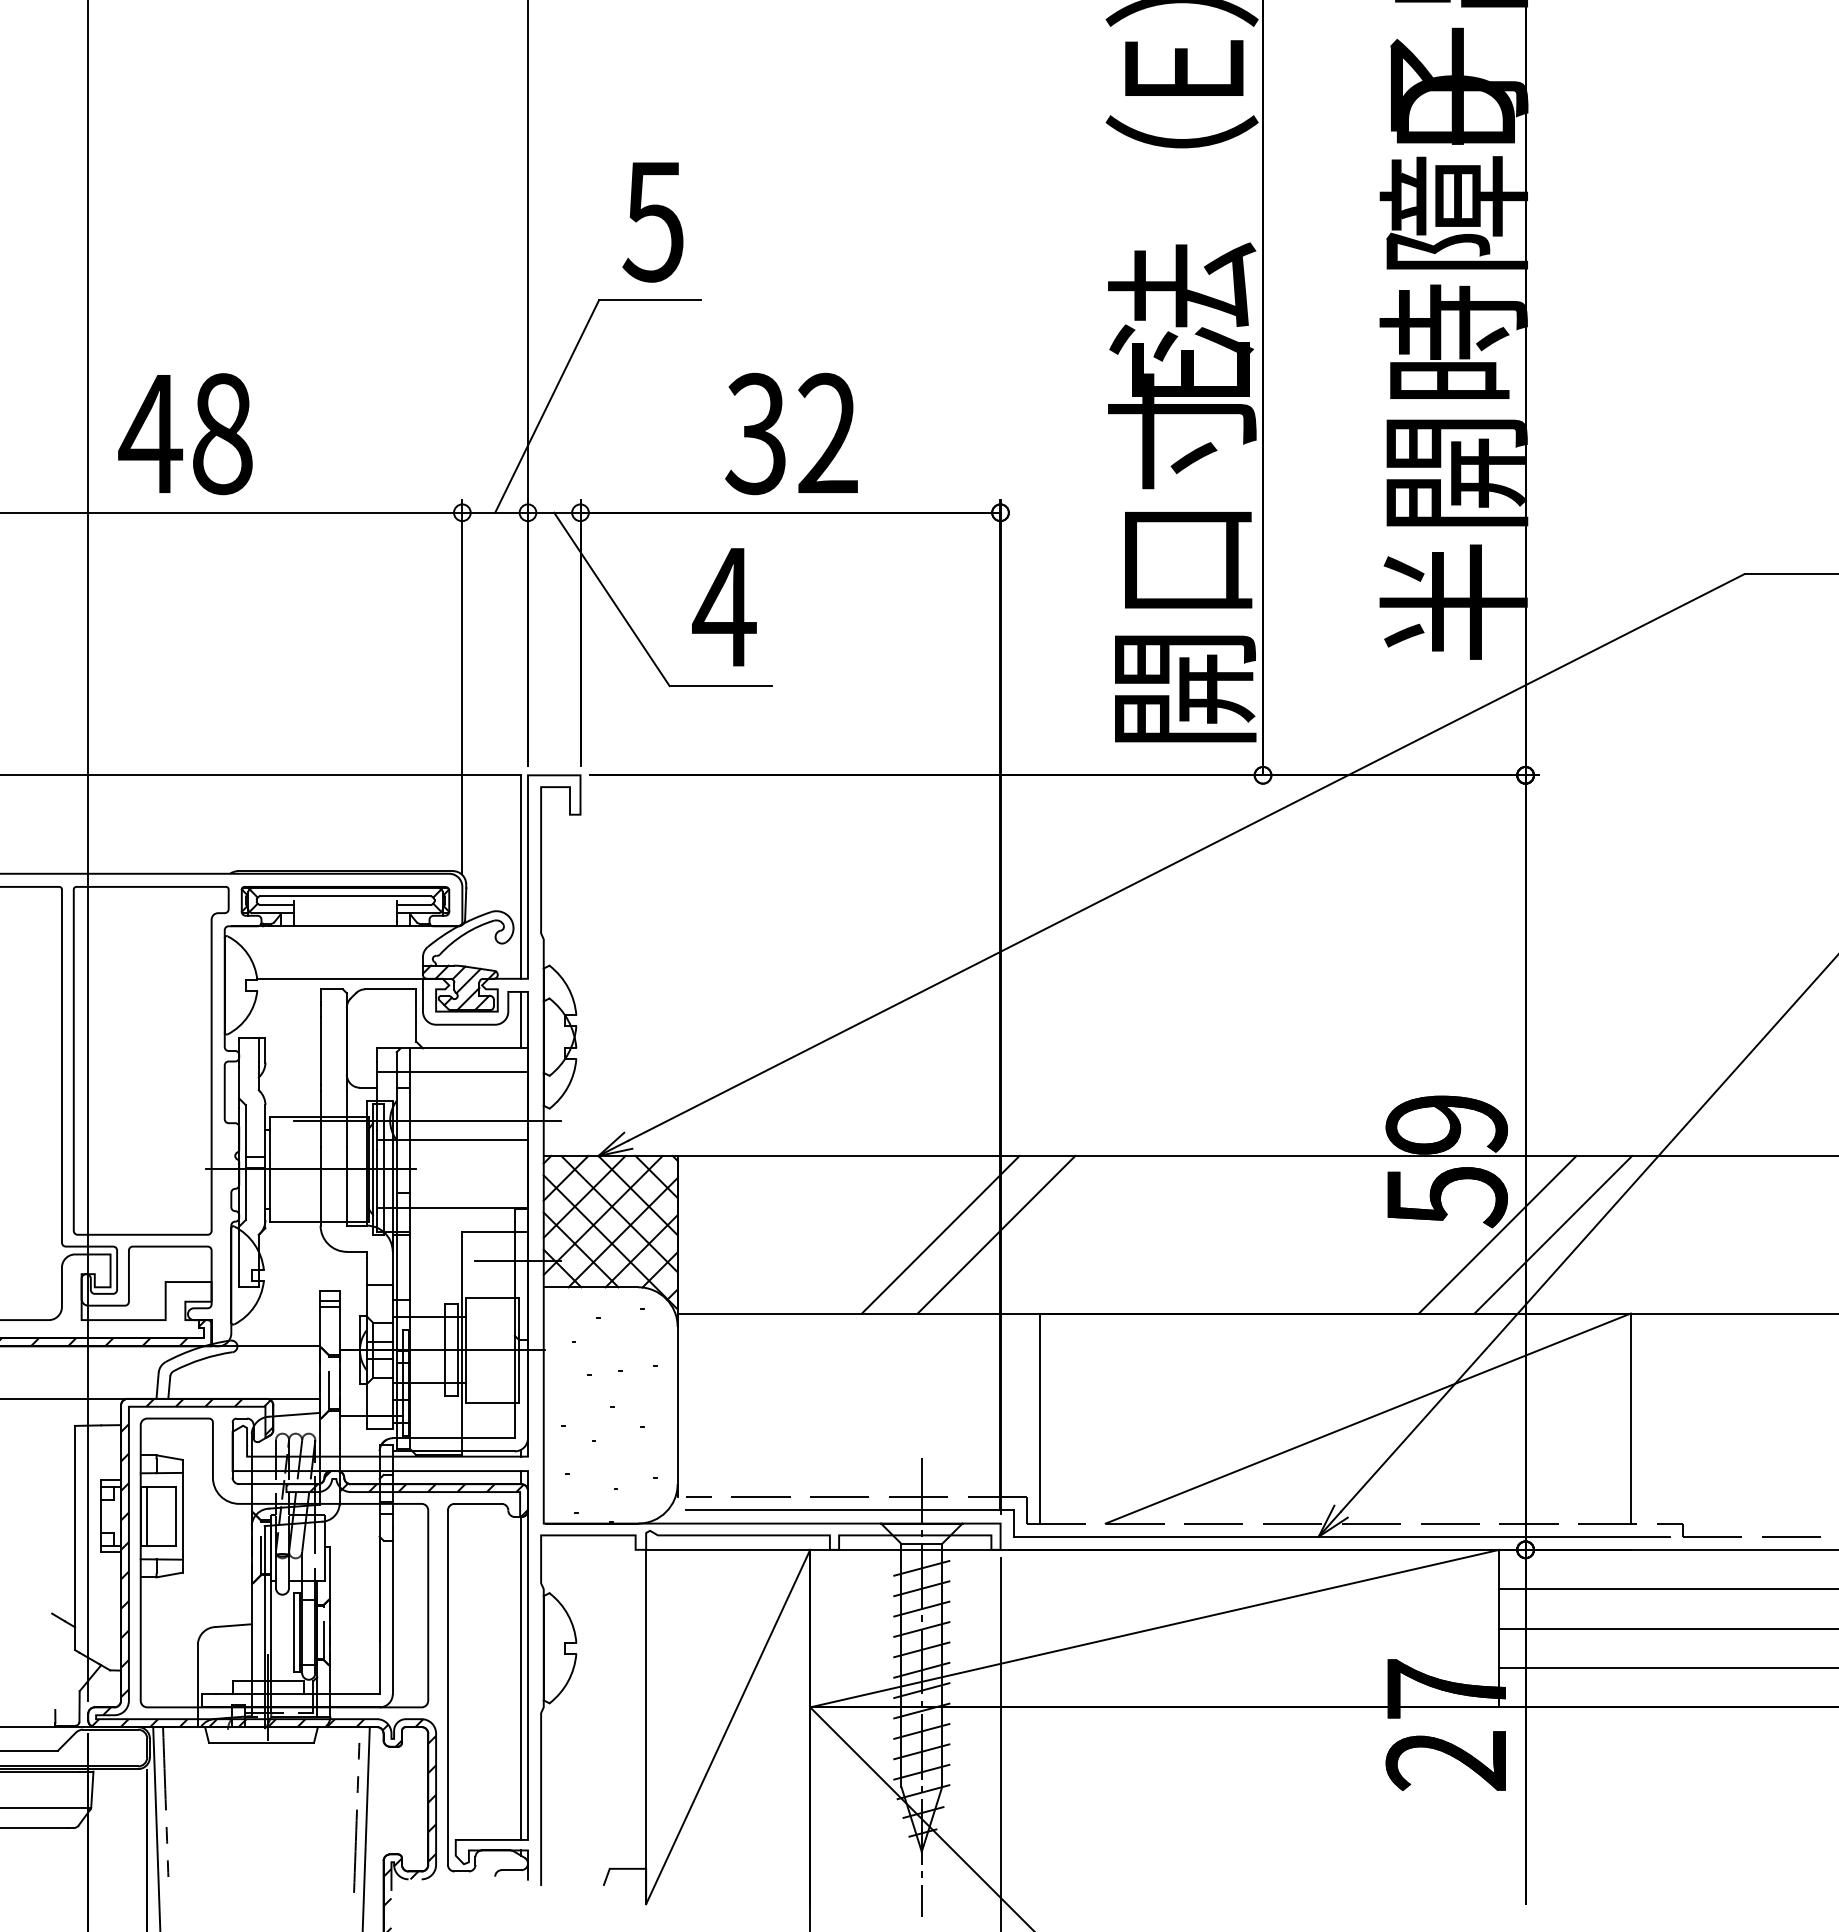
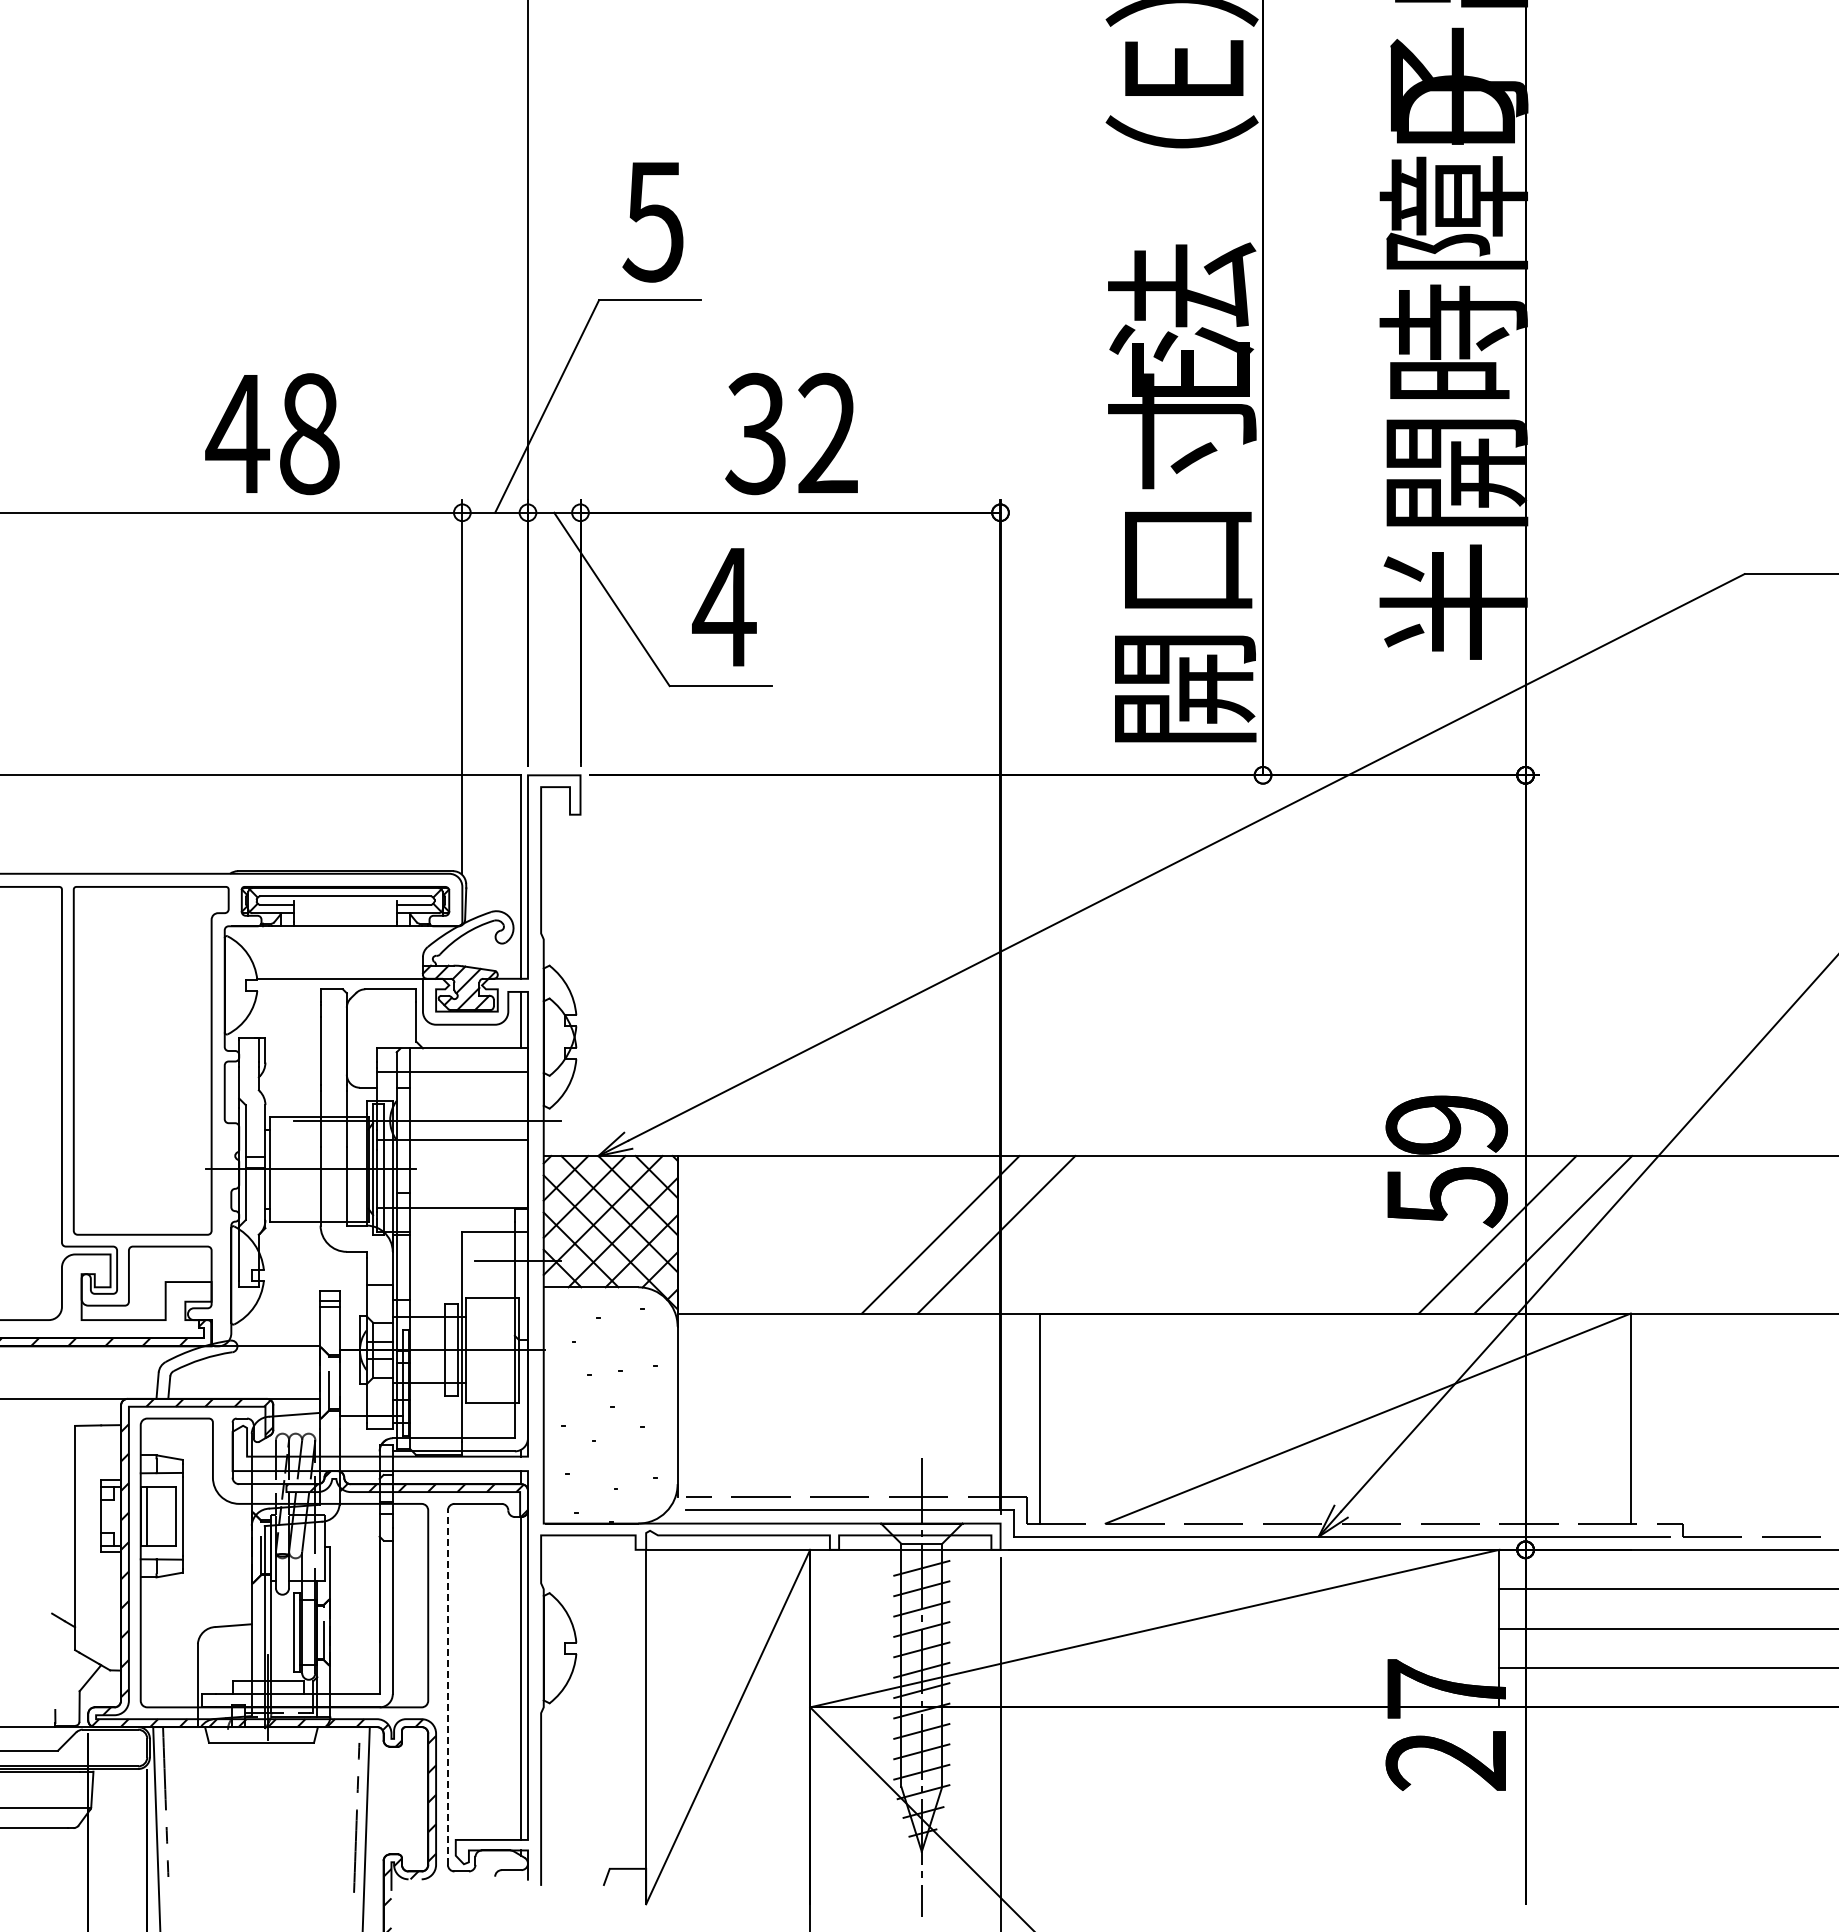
text at (185, 434) position: (185, 434) -> (272, 434)
line at (88, 851): present -> none
line at (447, 1687): solid -> dashed
